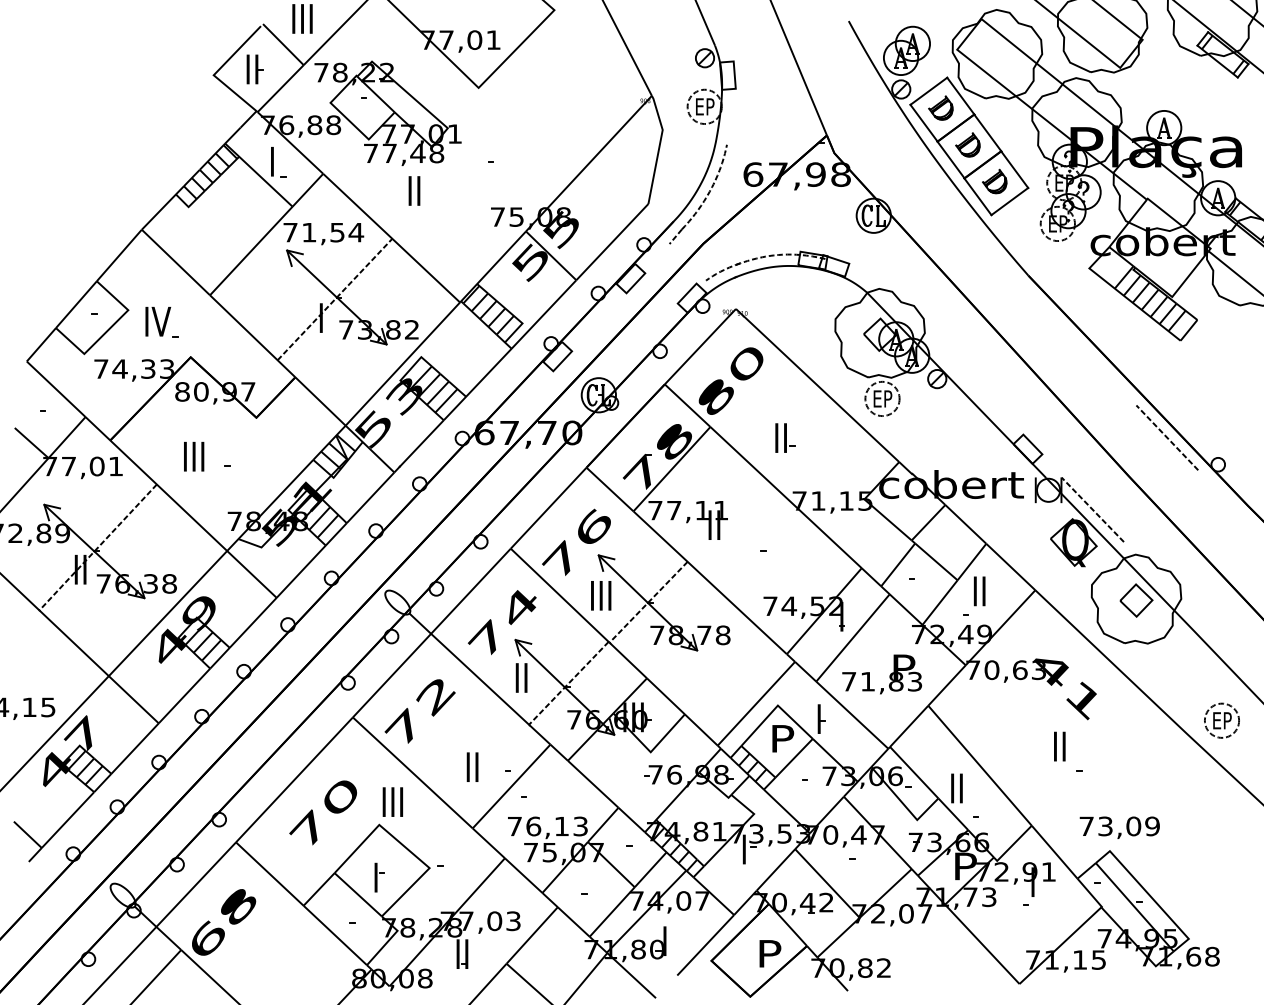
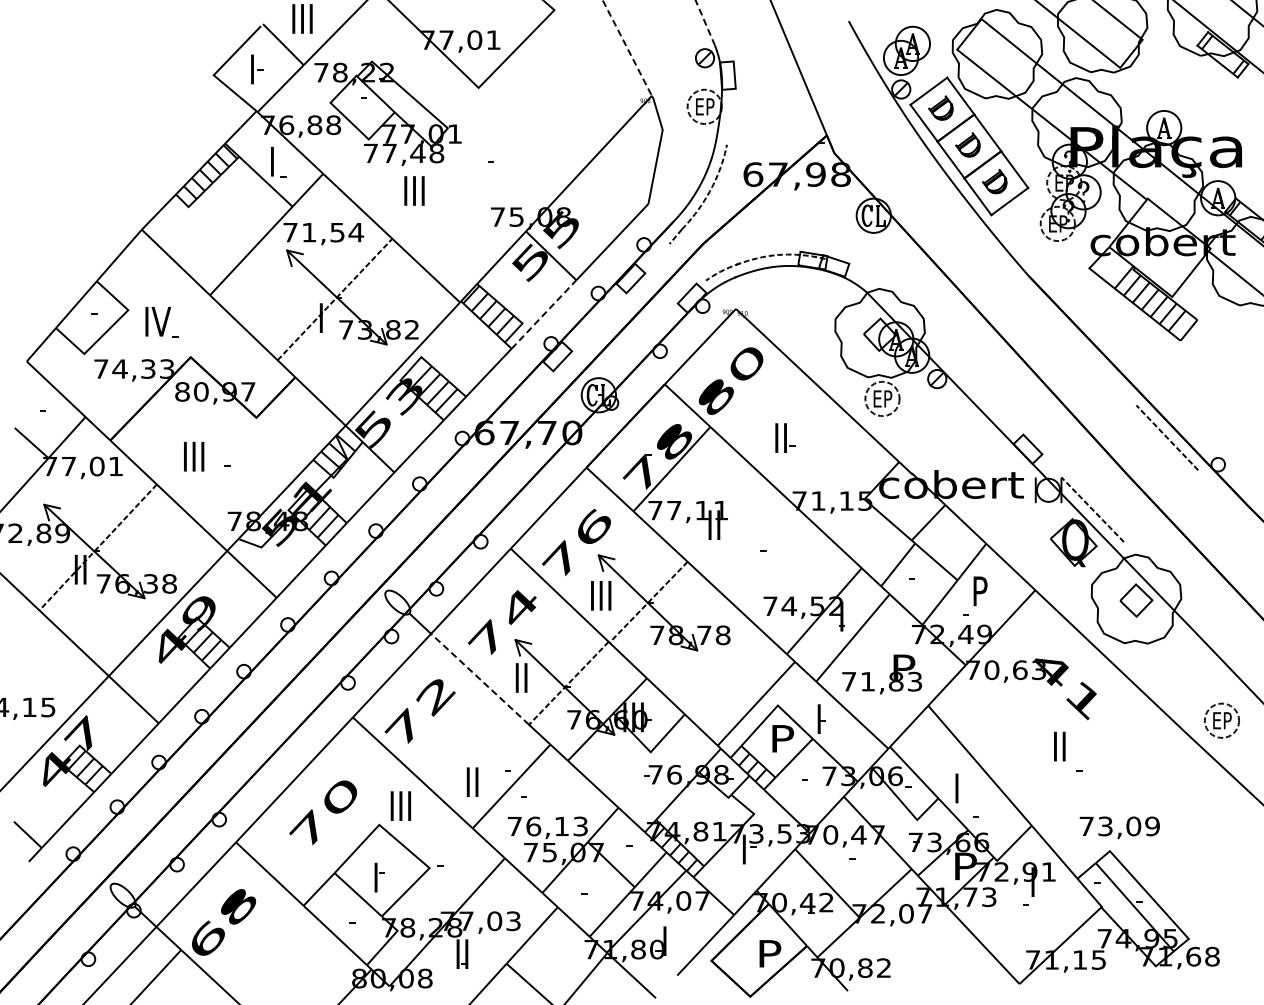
line at (705, 22): solid -> dashed
line at (627, 48): solid -> dashed
text at (252, 69): II -> I
text at (414, 190): II -> III
line at (544, 314): solid -> dashed
text at (980, 591): II -> P
line at (480, 679): solid -> dashed
text at (472, 766) position: (472, 766) -> (472, 781)
text at (956, 788): II -> I
text at (392, 801) position: (392, 801) -> (400, 805)
